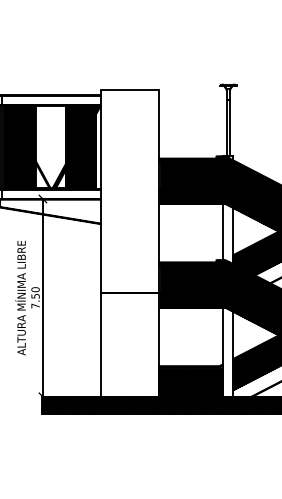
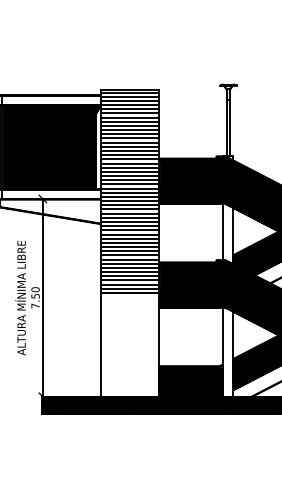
hatch at (50, 147): none -> present
hatch at (130, 192): none -> present
